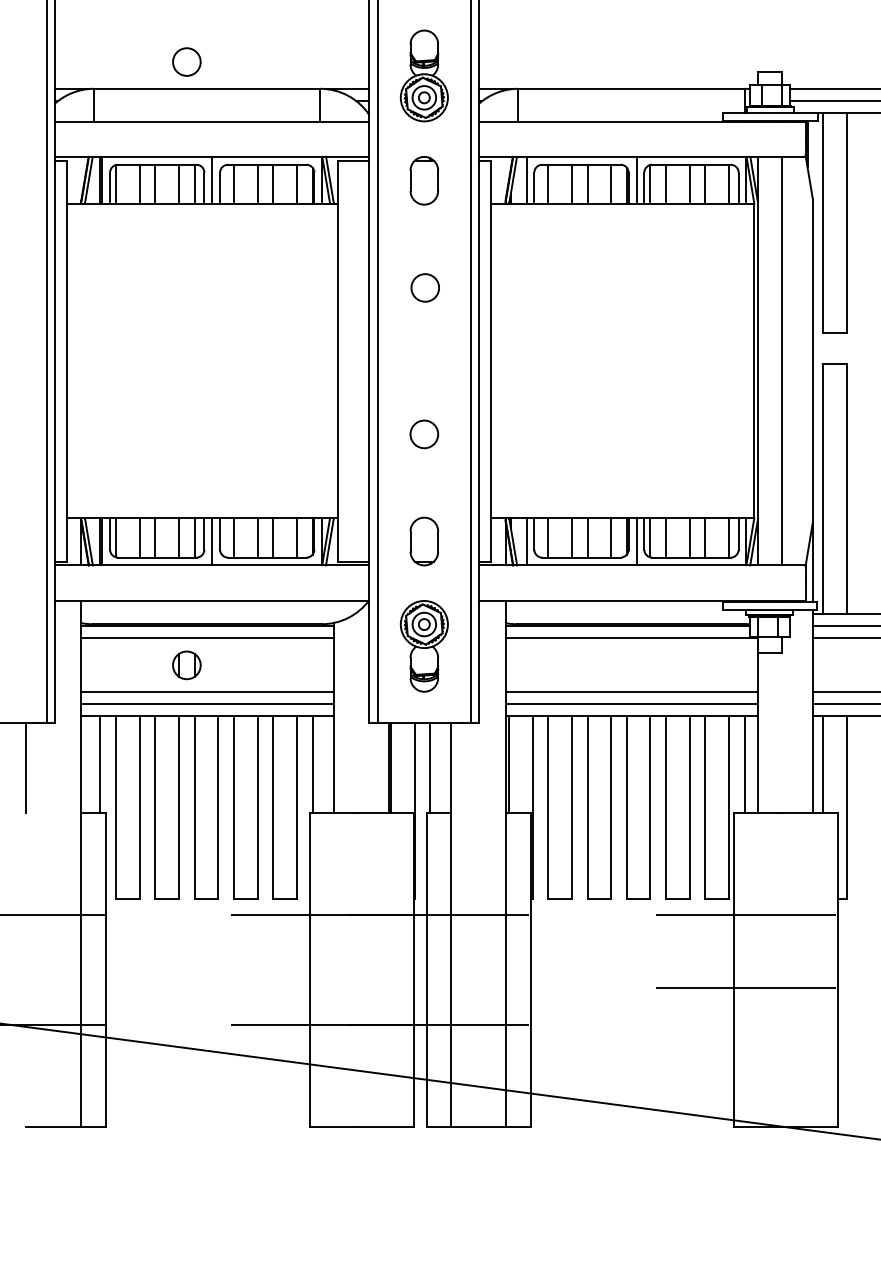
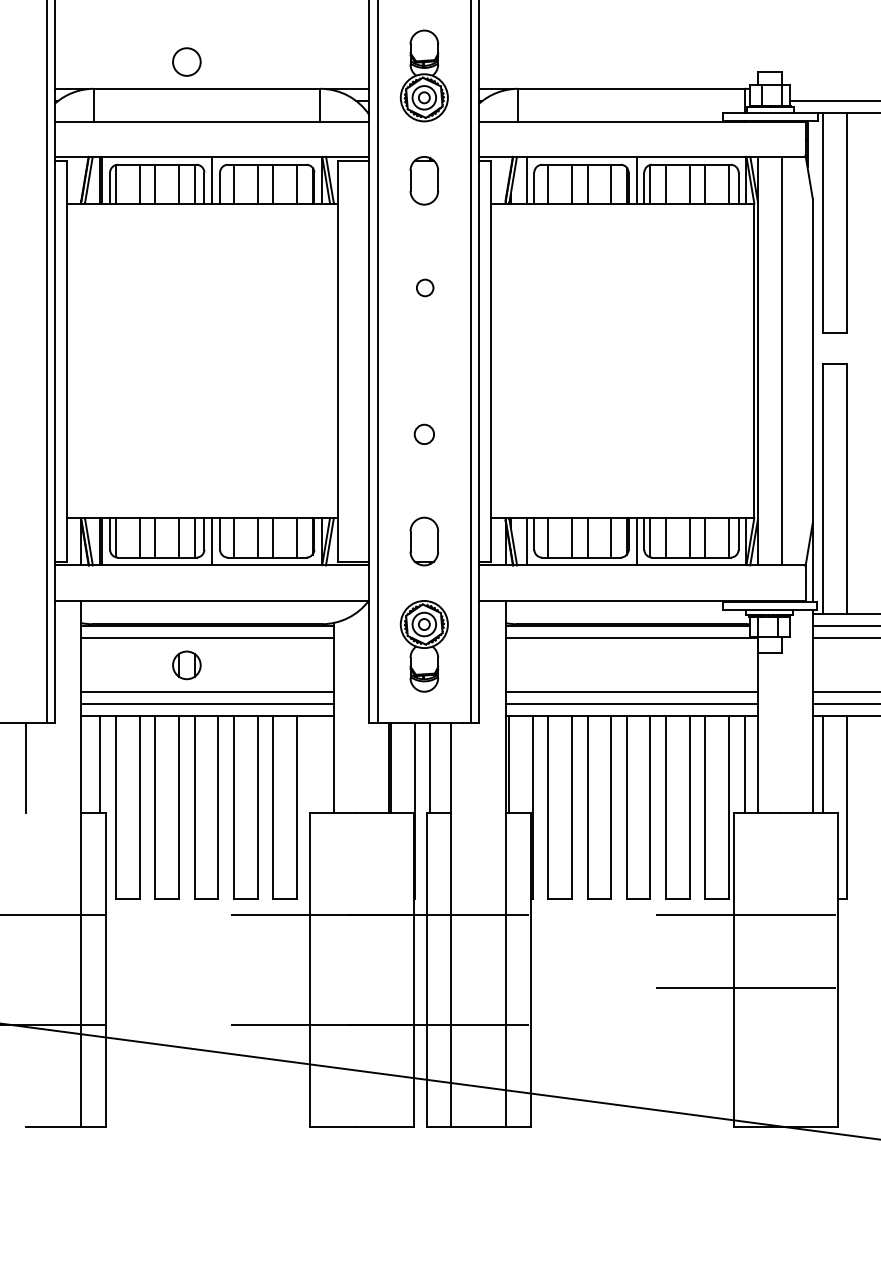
line at (833, 89): present -> none
circle at (424, 287) size: 30x30 px -> 19x20 px
circle at (424, 434) size: 31x31 px -> 22x22 px
line at (312, 764): present -> none
